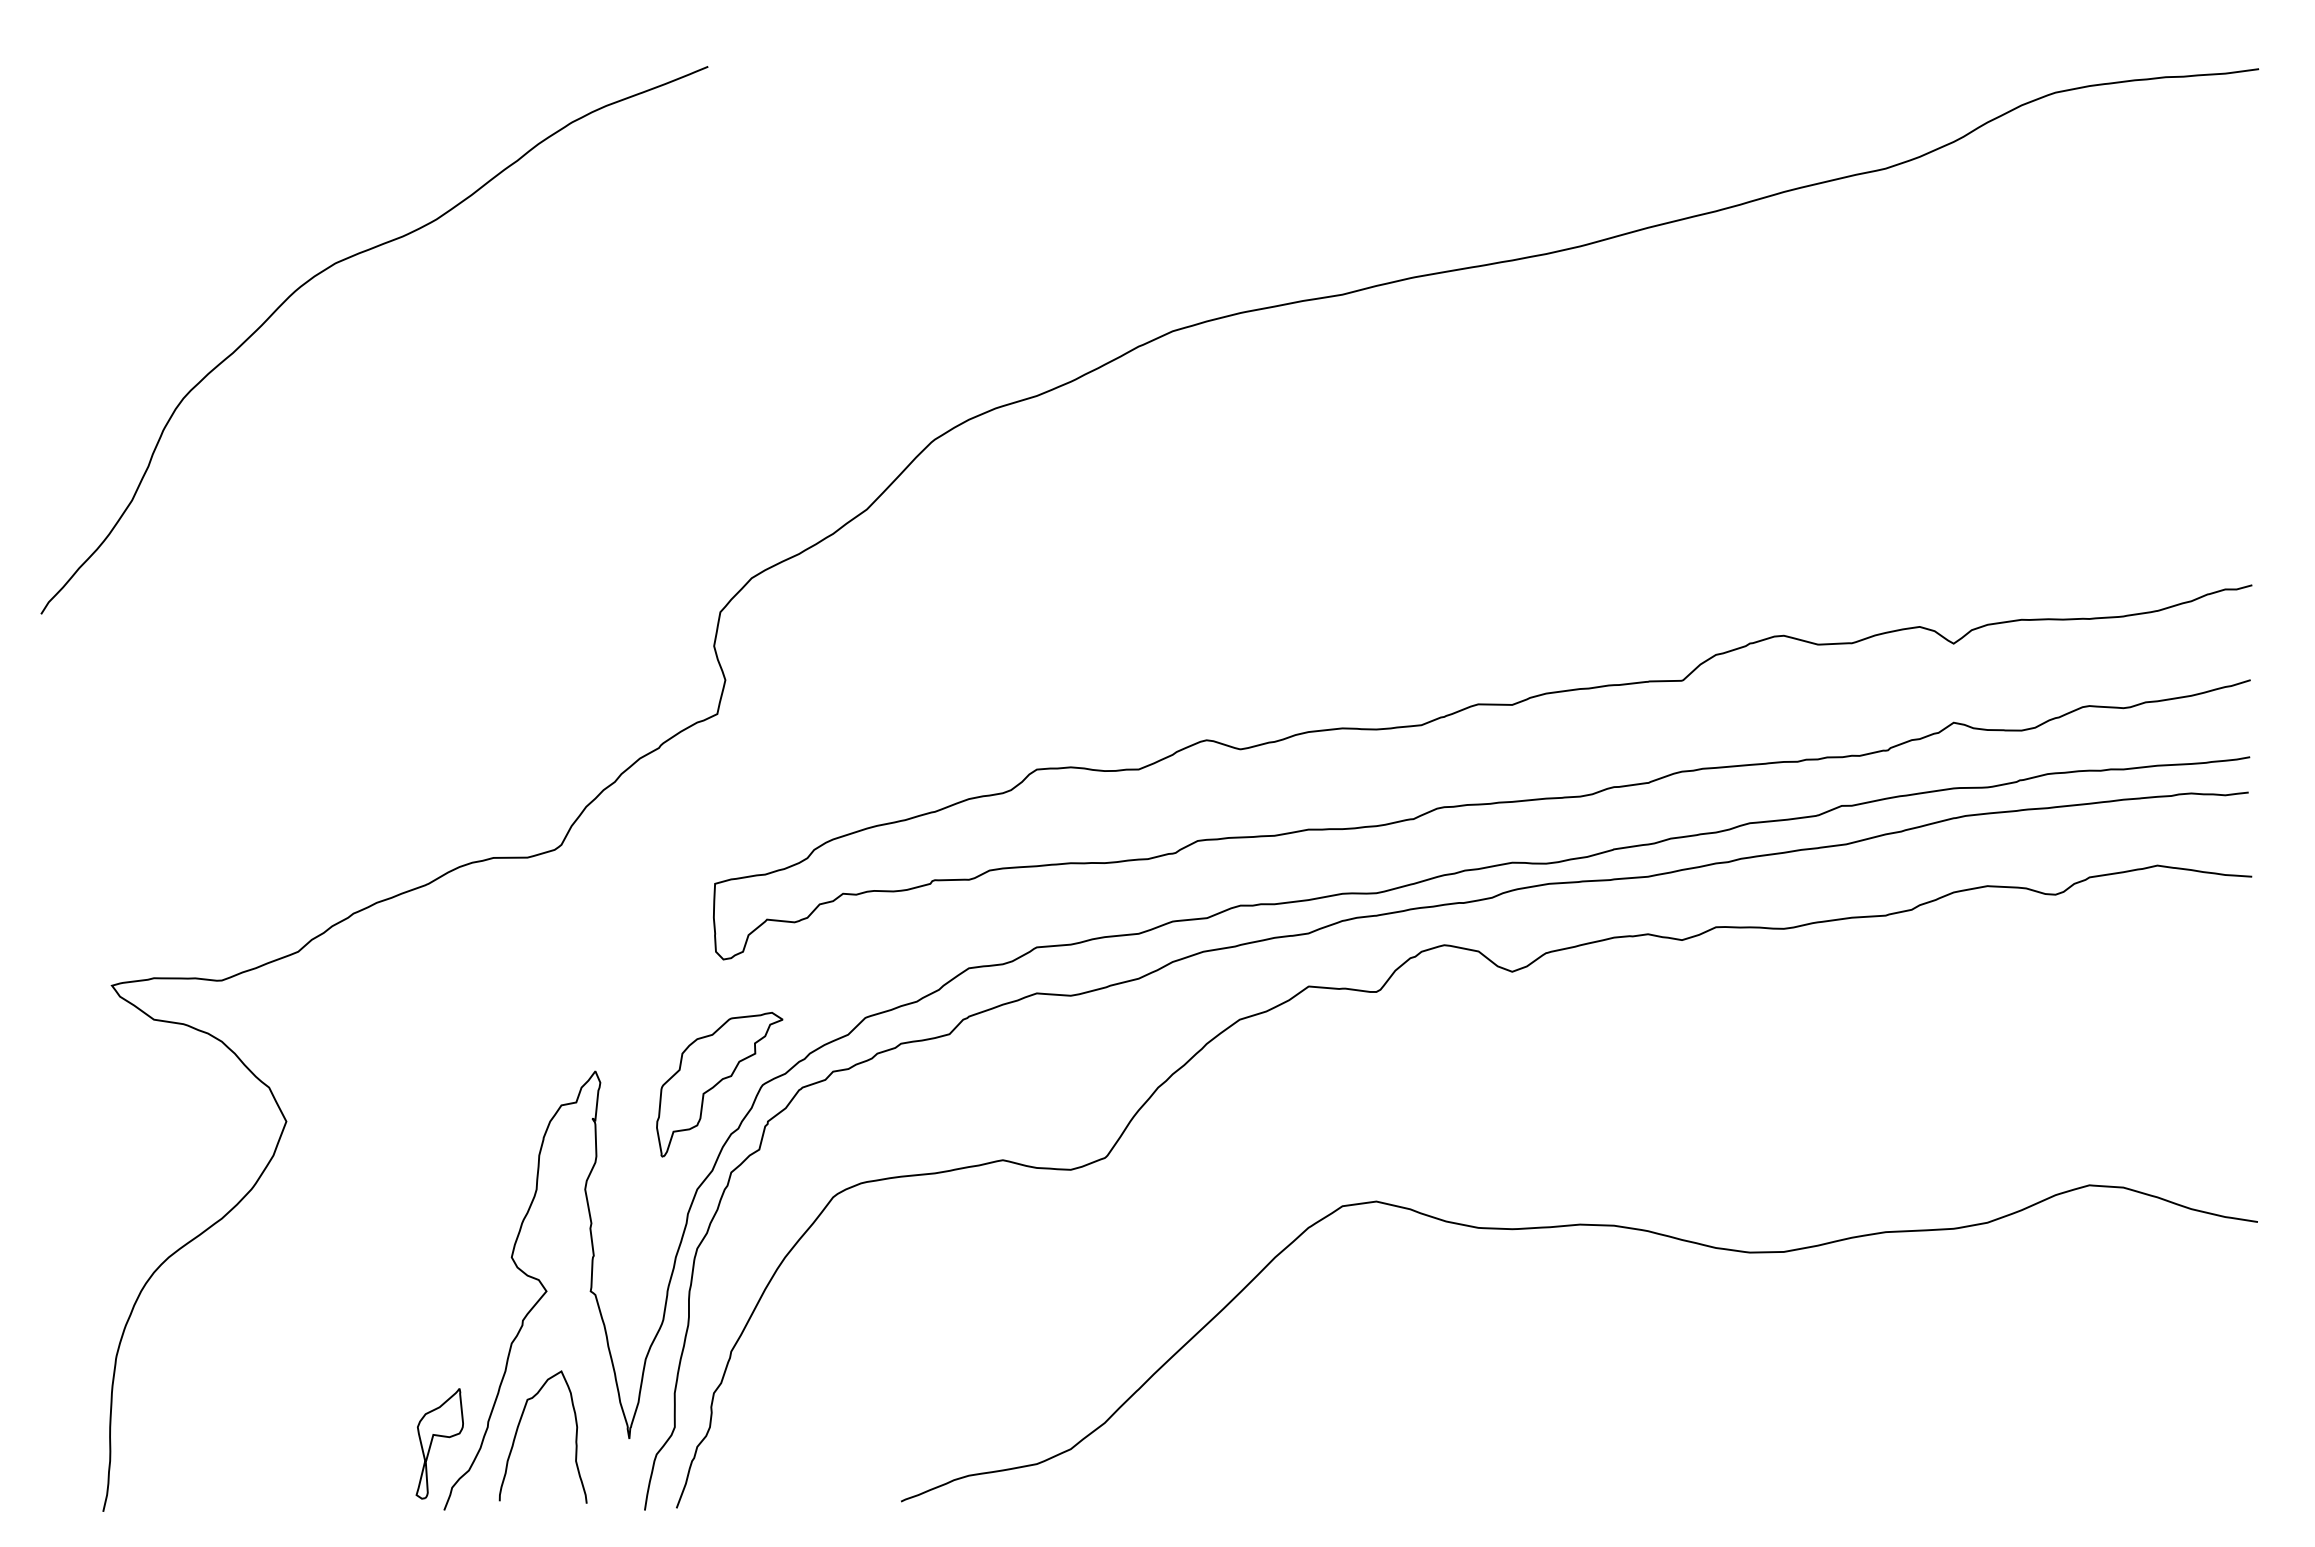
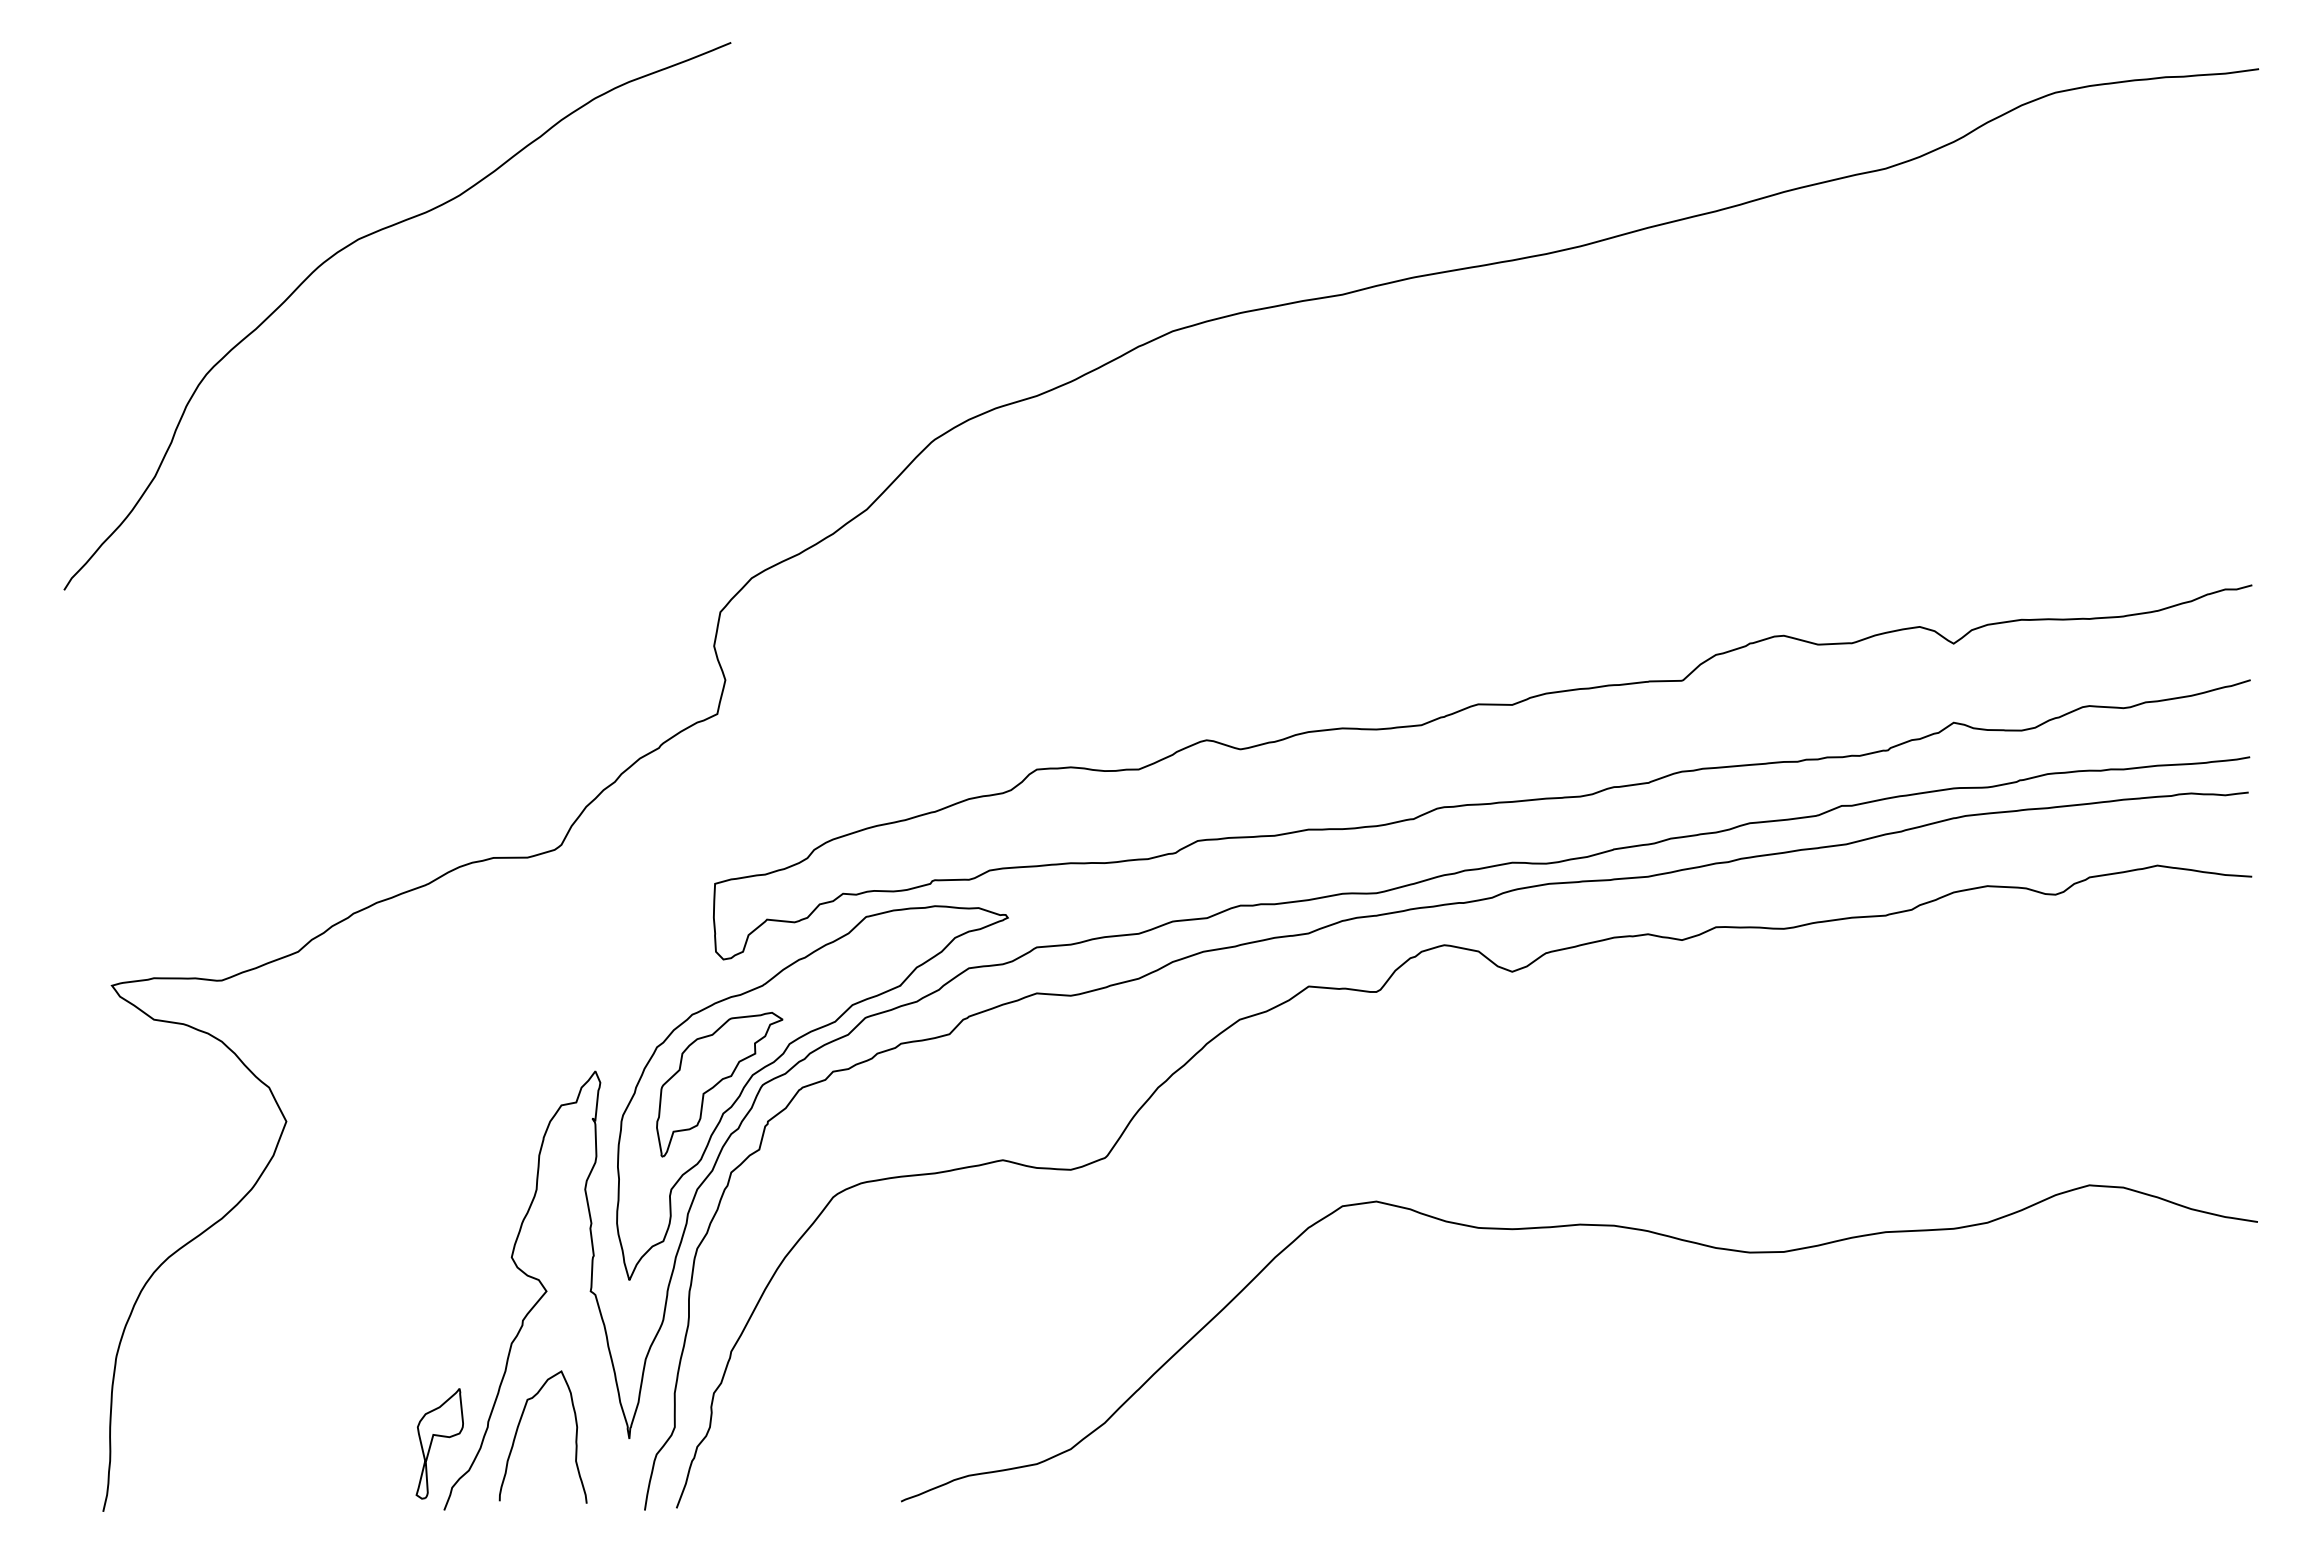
curve at (326, 270) position: (326, 270) -> (349, 246)
part at (779, 1058): none -> present
